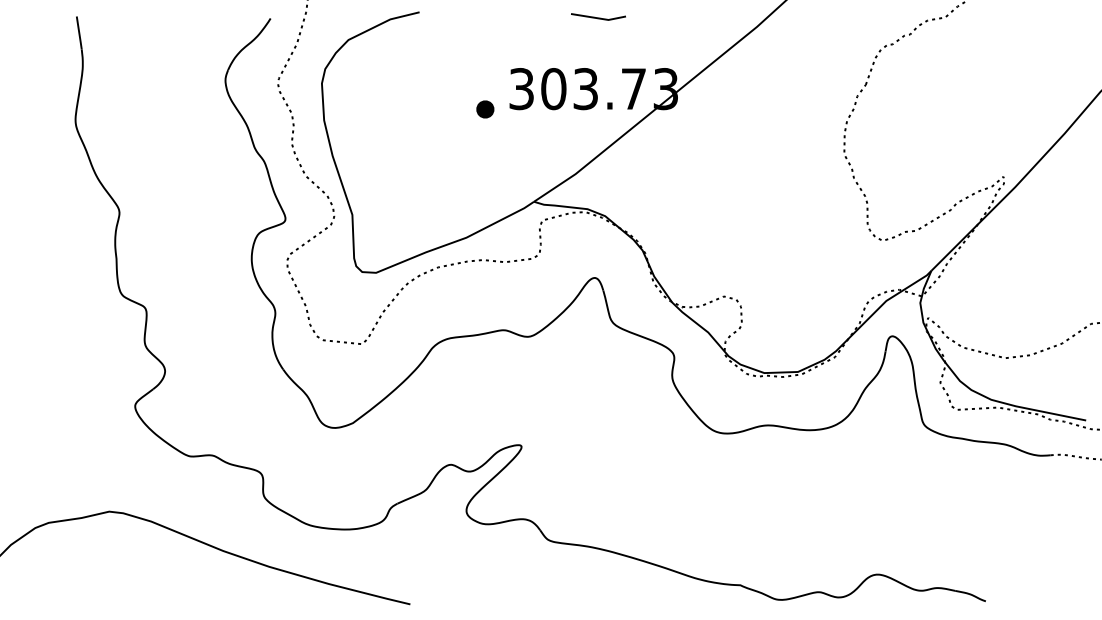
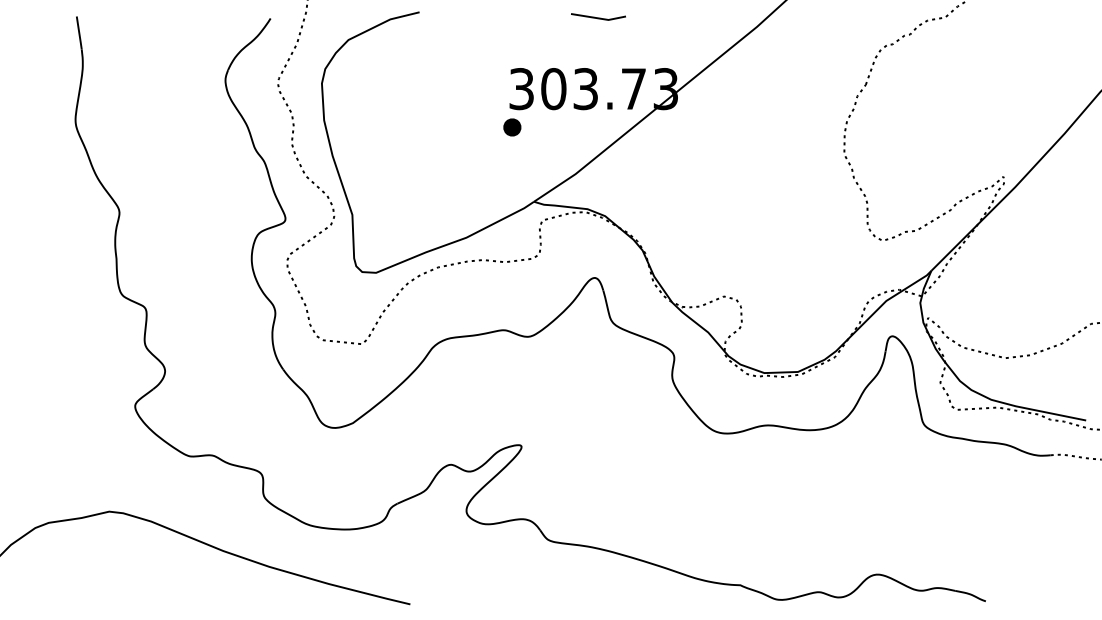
part at (485, 109) position: (485, 109) -> (512, 127)
